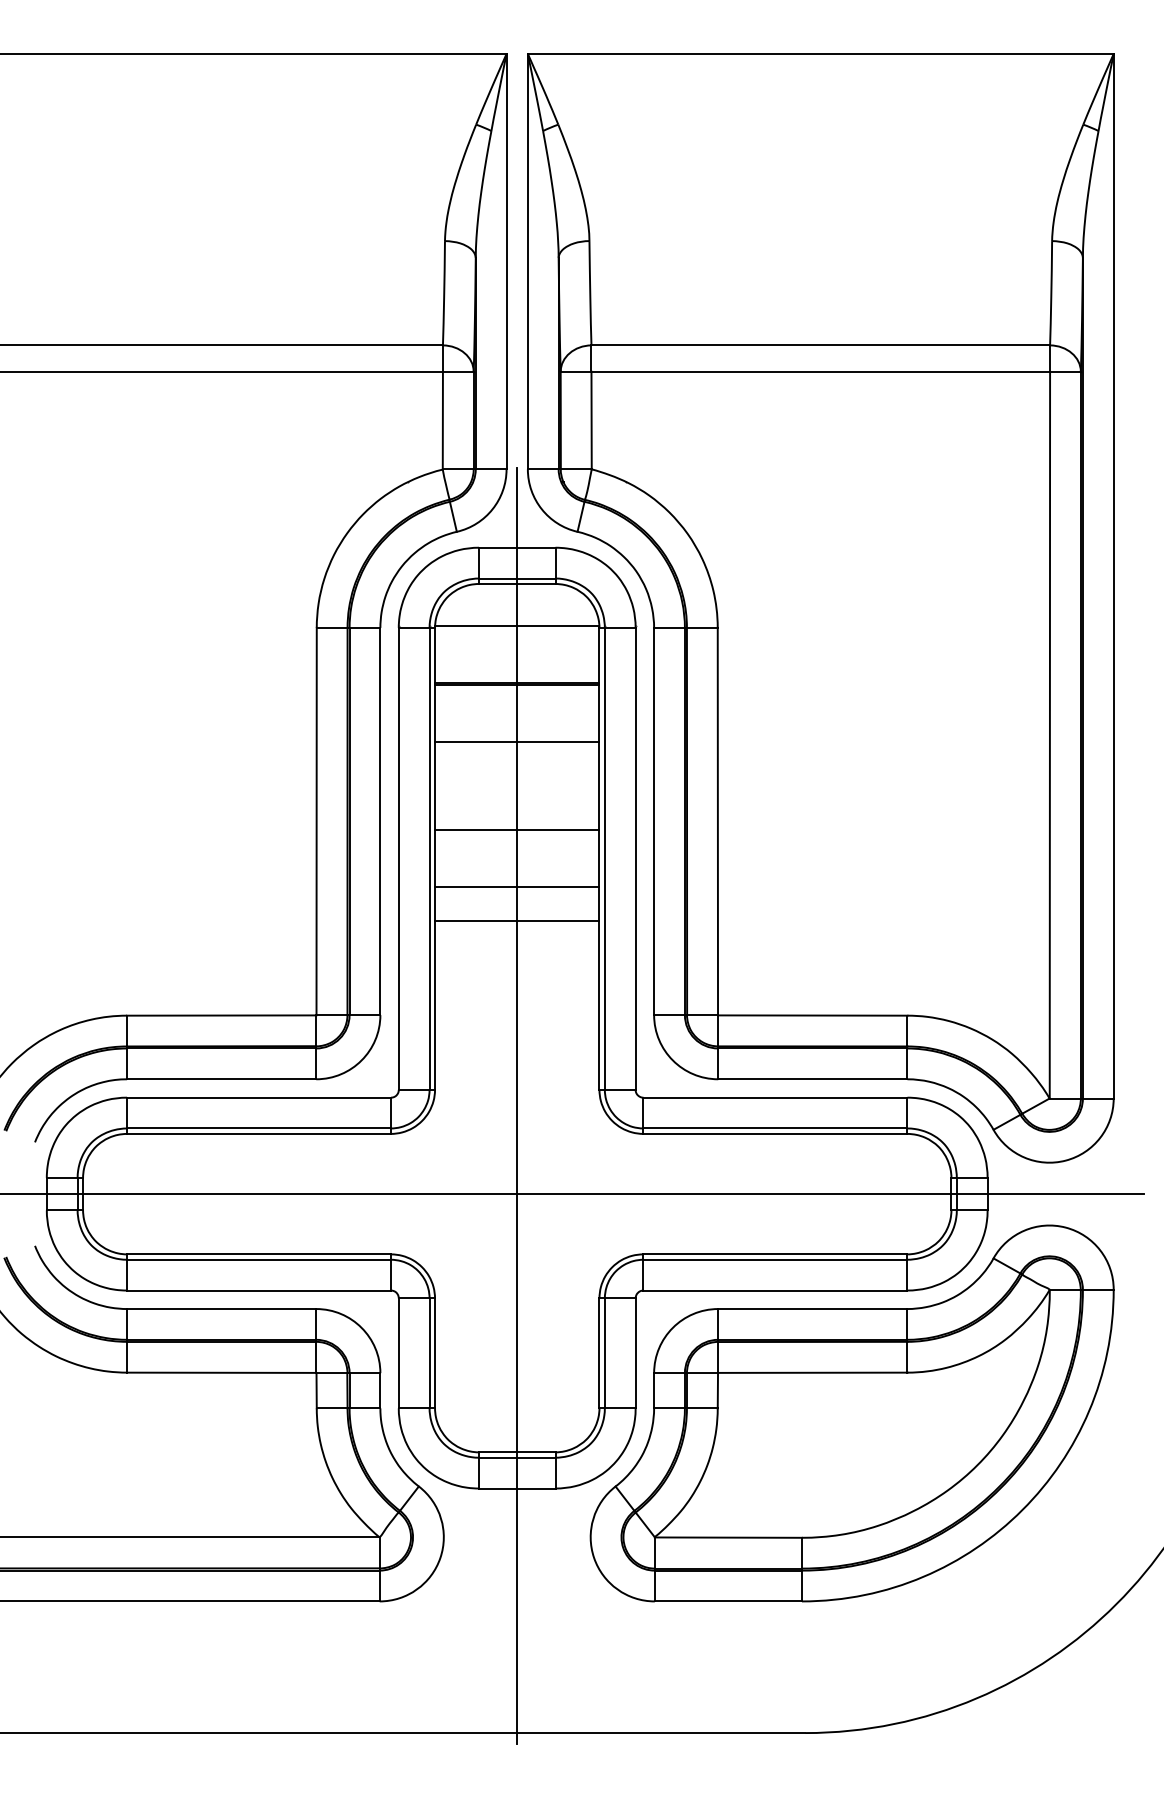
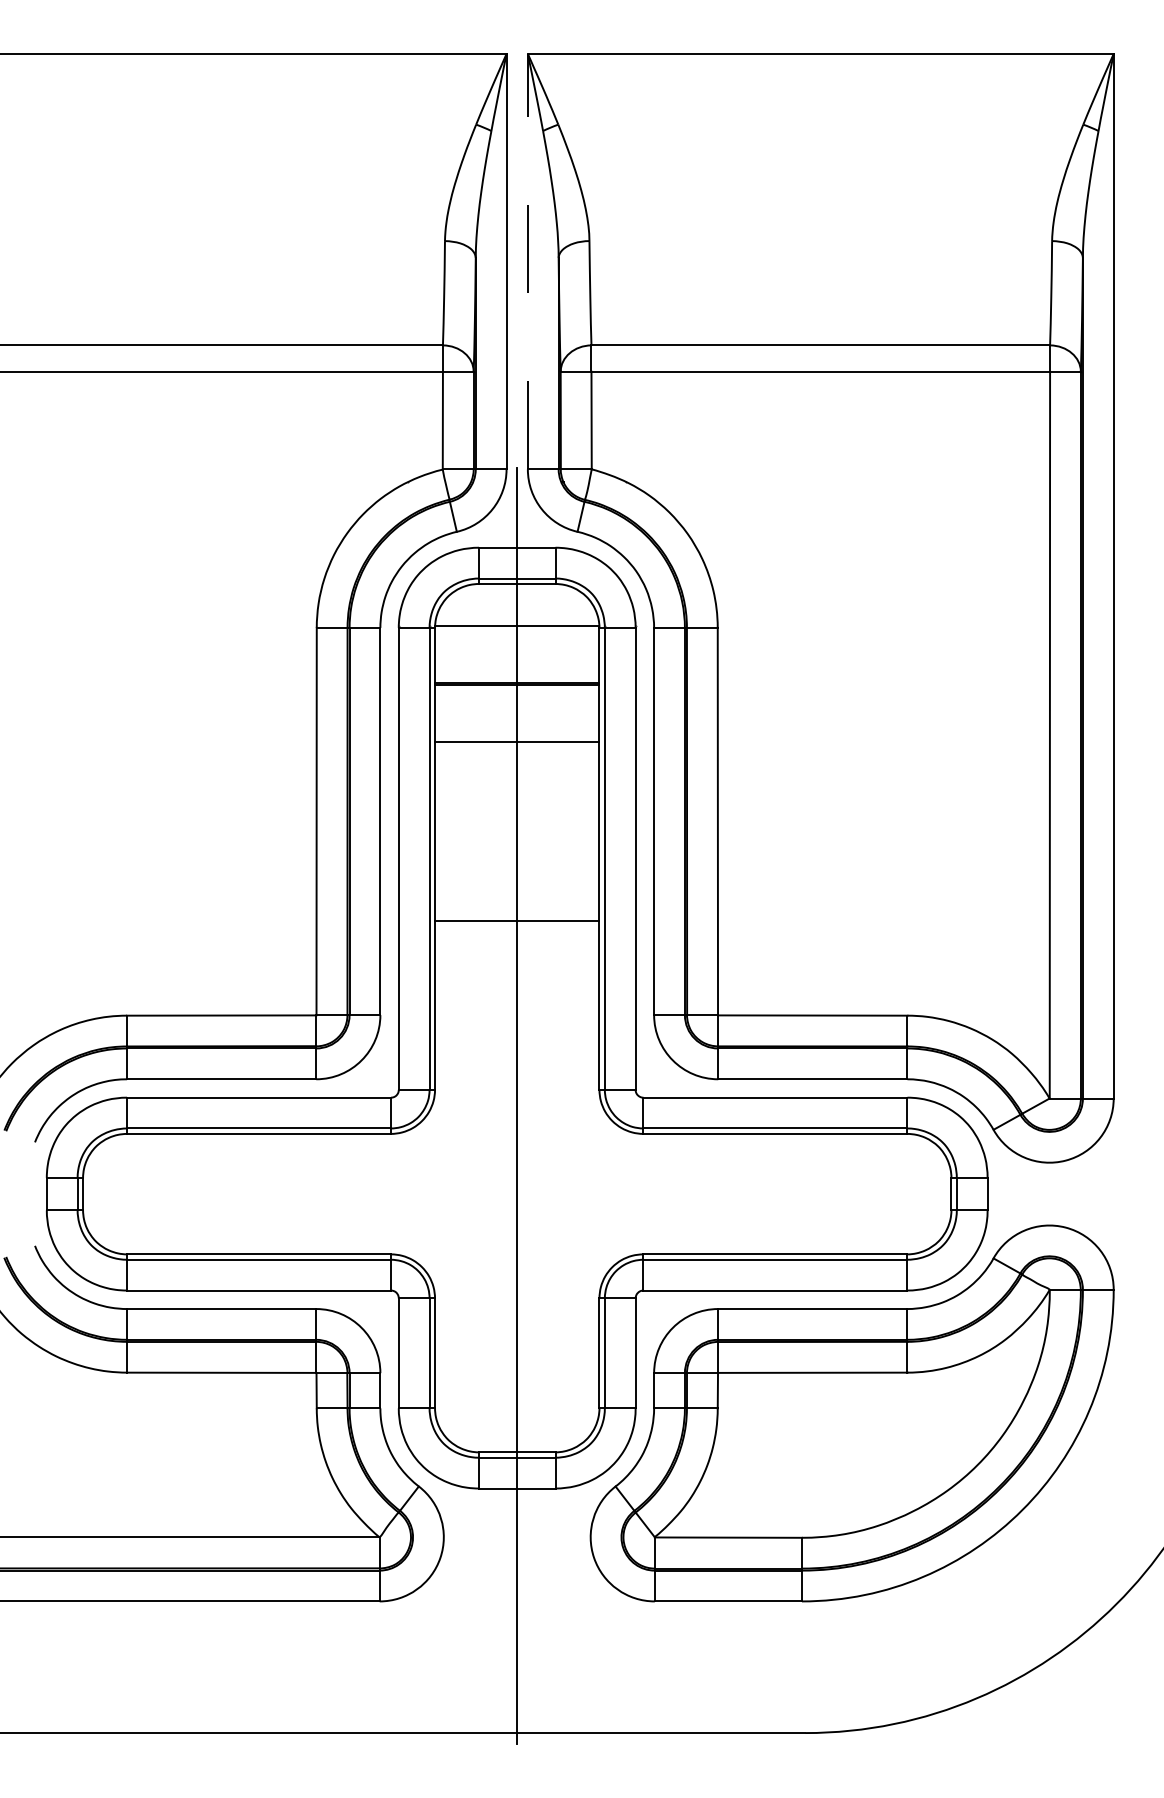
line at (527, 261): solid -> dashed
line at (517, 830): present -> none
line at (517, 887): present -> none
line at (573, 1194): present -> none
